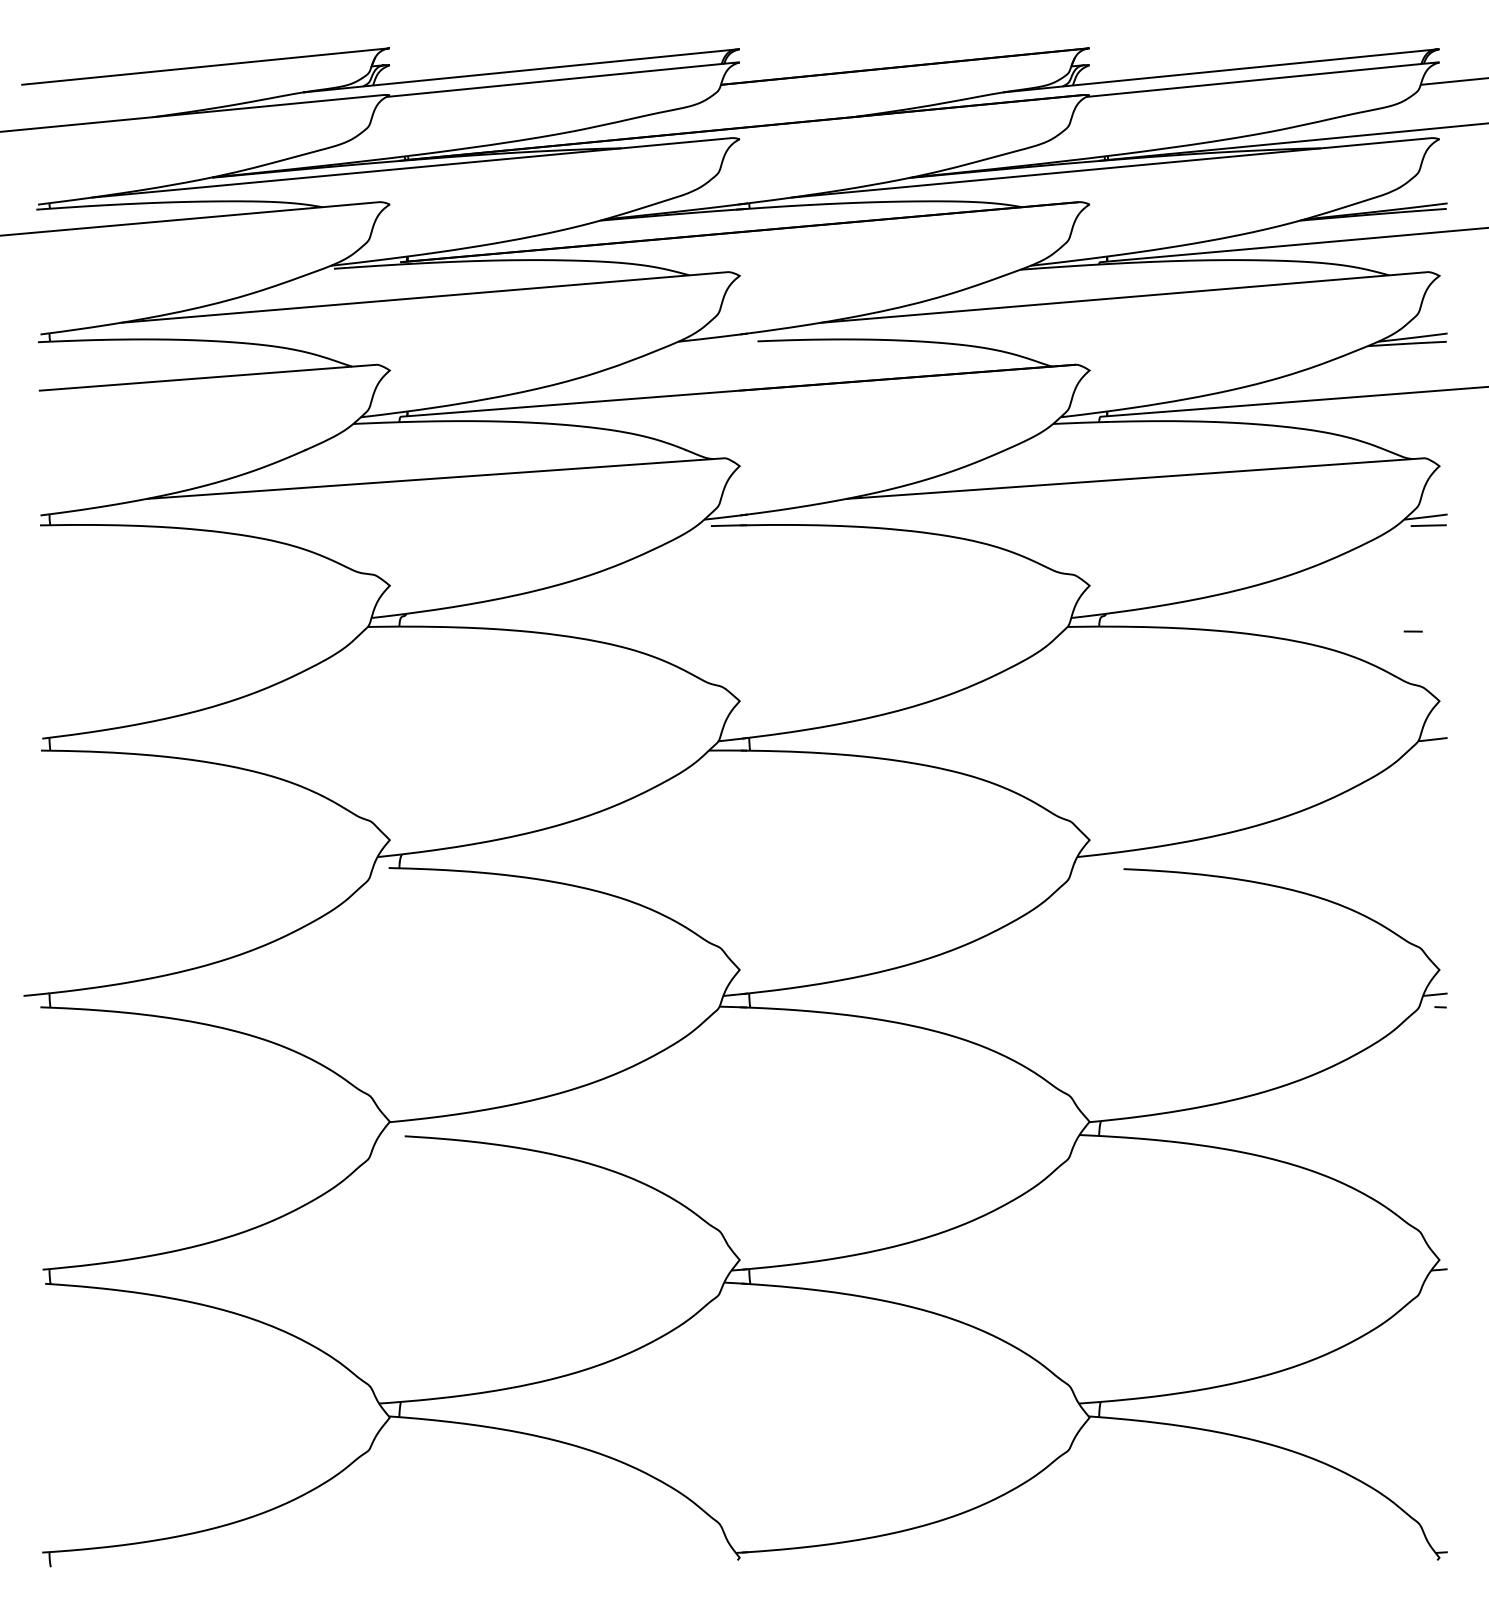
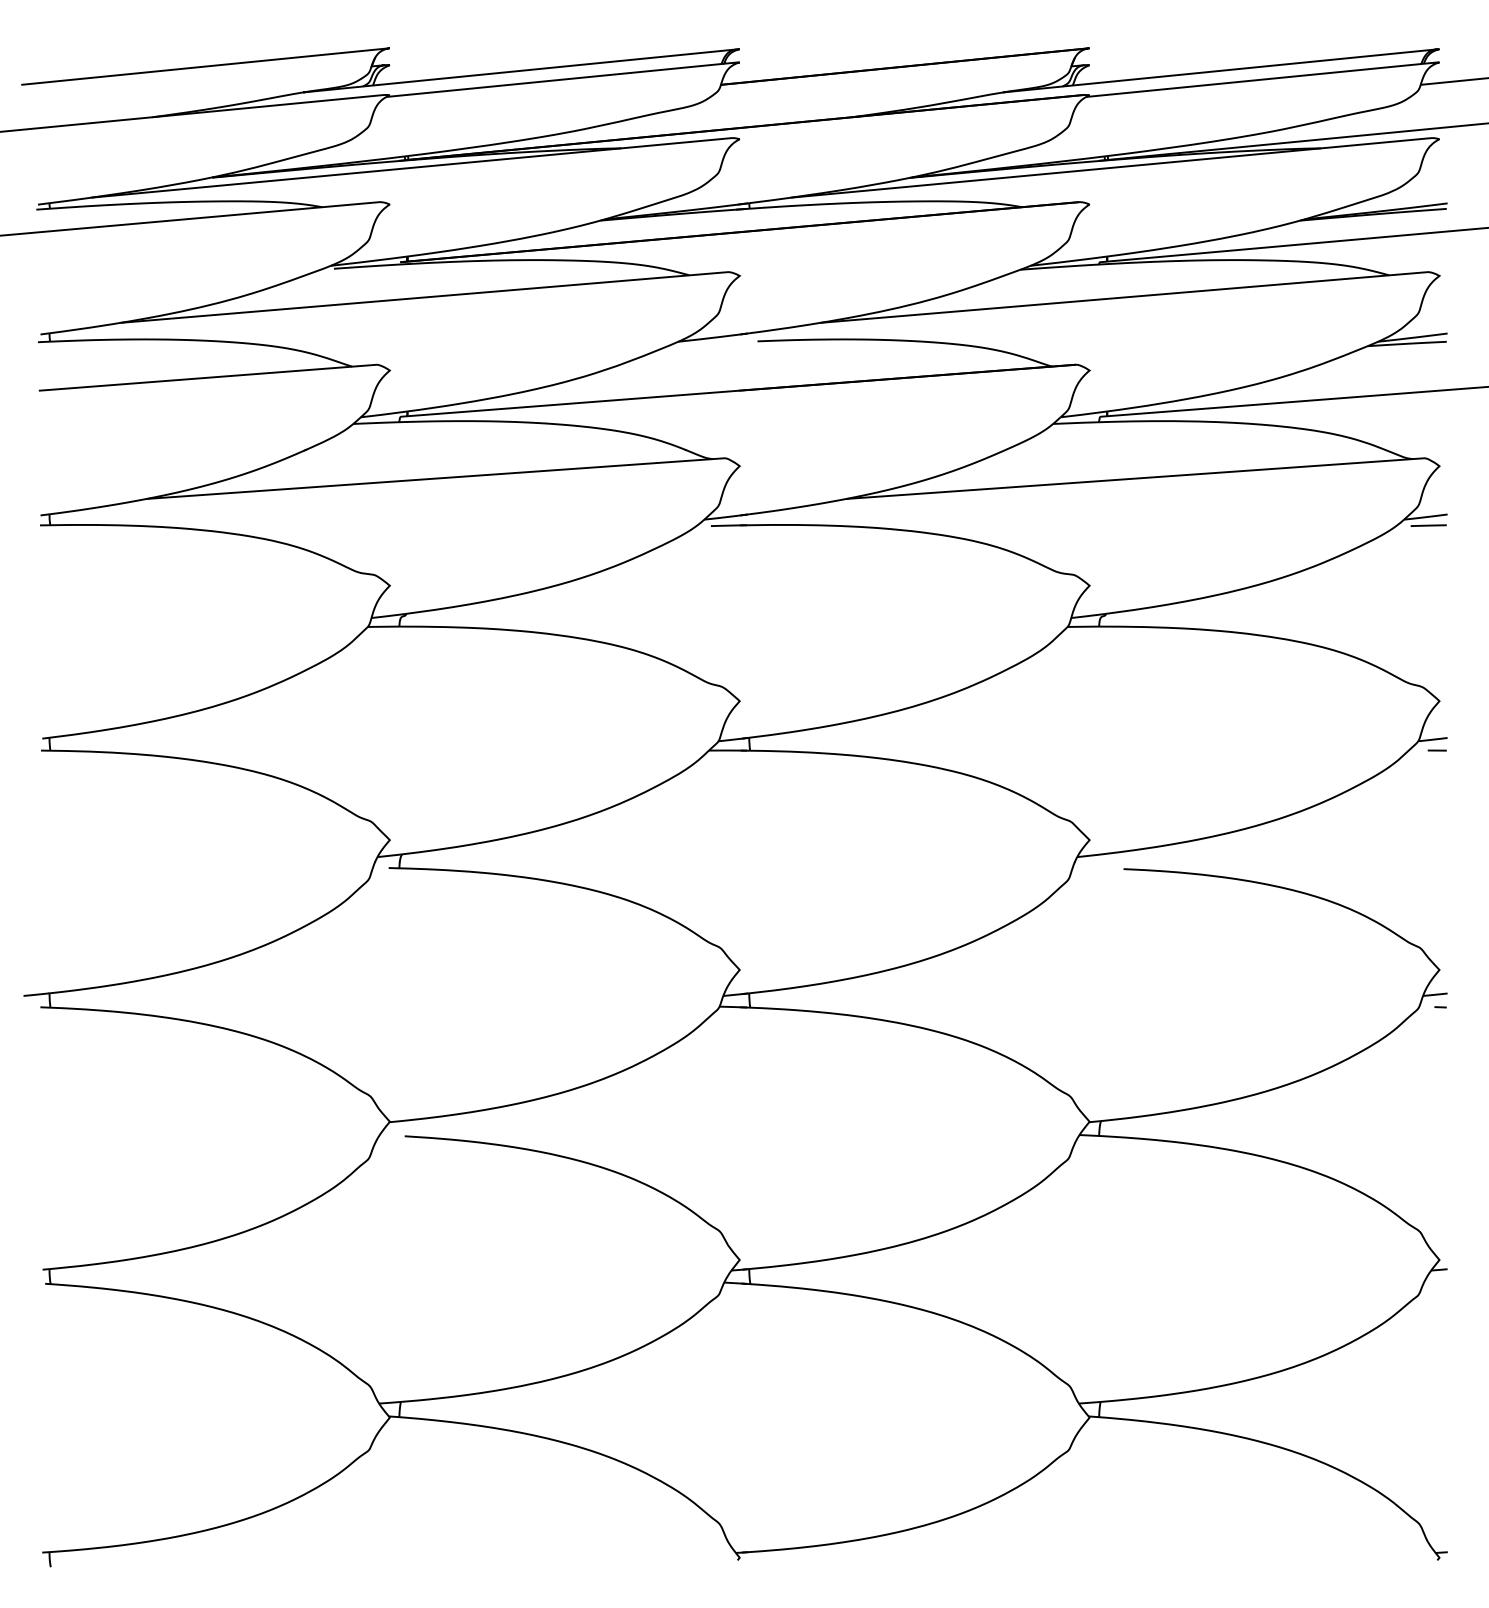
line at (1412, 631) position: (1412, 631) -> (1436, 750)
